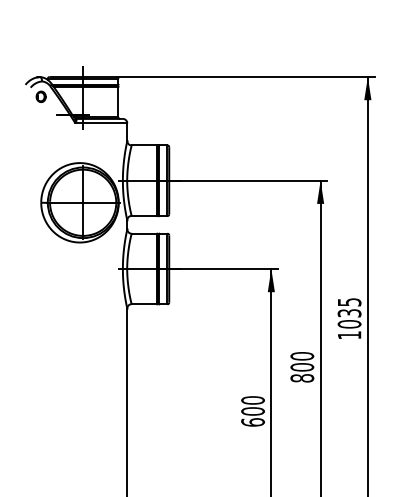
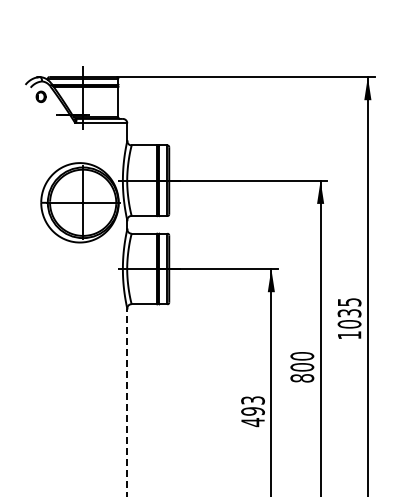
line at (127, 402): solid -> dashed
text at (252, 411): 600 -> 493
